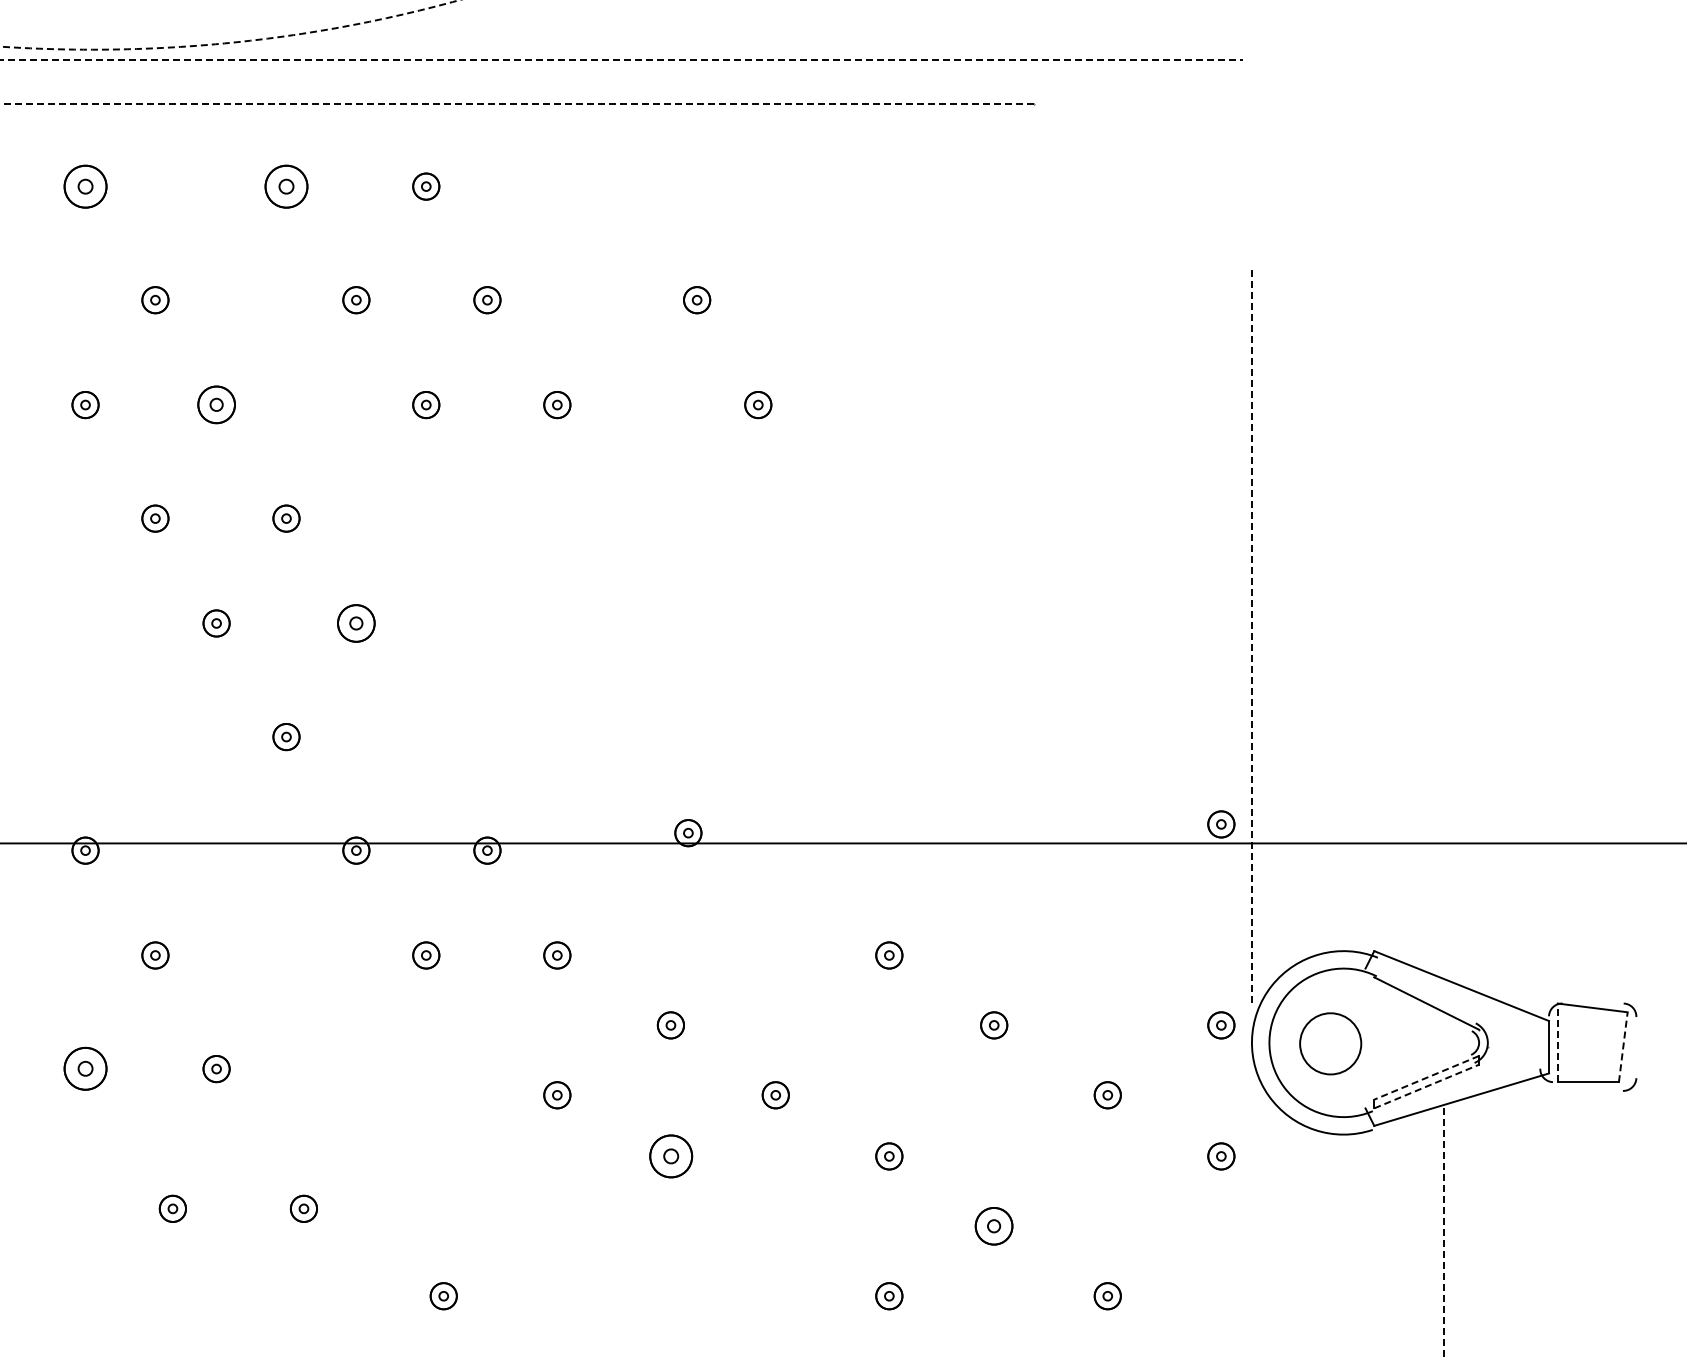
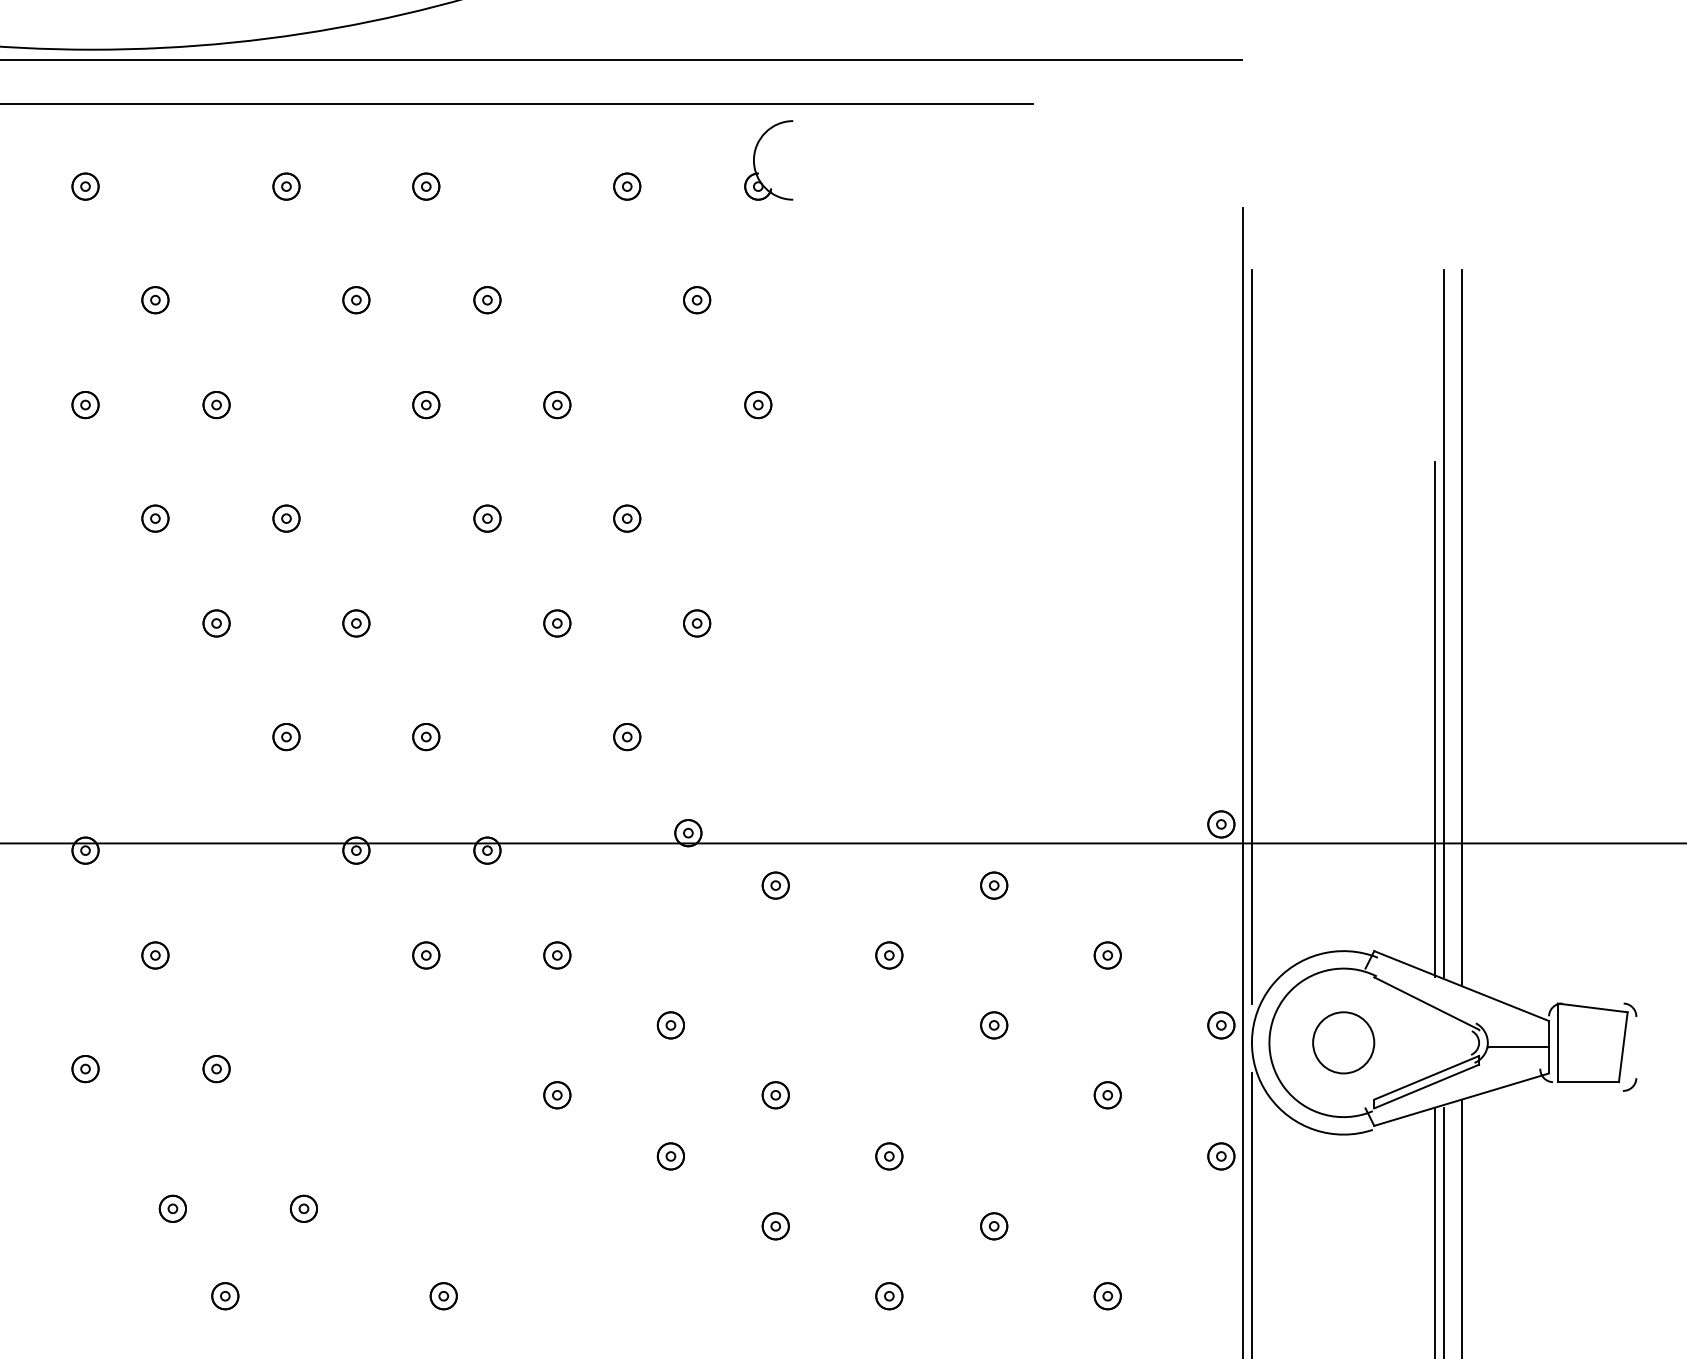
circle at (229, 24): dashed -> solid
line at (623, 59): dashed -> solid
line at (517, 103): dashed -> solid
part at (755, 156): none -> present
part at (85, 186) size: 45x45 px -> 29x29 px
part at (286, 186) size: 45x45 px -> 29x29 px
part at (627, 186): none -> present
part at (216, 404) size: 39x40 px -> 29x29 px
part at (487, 518): none -> present
part at (627, 518): none -> present
part at (356, 623) size: 39x39 px -> 29x29 px
part at (557, 623): none -> present
part at (697, 623): none -> present
line at (1444, 623): none -> present
line at (1461, 627): none -> present
line at (1251, 636): dashed -> solid
line at (1435, 719): none -> present
part at (426, 737): none -> present
part at (627, 737): none -> present
line at (1243, 781): none -> present
part at (775, 885): none -> present
part at (994, 885): none -> present
part at (1107, 955): none -> present
line at (1557, 1042): dashed -> solid
part at (1330, 1043) position: (1330, 1043) -> (1343, 1042)
line at (1623, 1046): dashed -> solid
line at (1518, 1047): none -> present
part at (85, 1068) size: 45x45 px -> 29x29 px
line at (1426, 1077): dashed -> solid
line at (1426, 1086): dashed -> solid
part at (671, 1156) size: 45x45 px -> 29x29 px
line at (1251, 1214): none -> present
part at (775, 1226): none -> present
part at (993, 1226) size: 40x39 px -> 29x29 px
line at (1461, 1227): none -> present
line at (1435, 1231): none -> present
line at (1444, 1233): dashed -> solid
part at (225, 1296): none -> present
